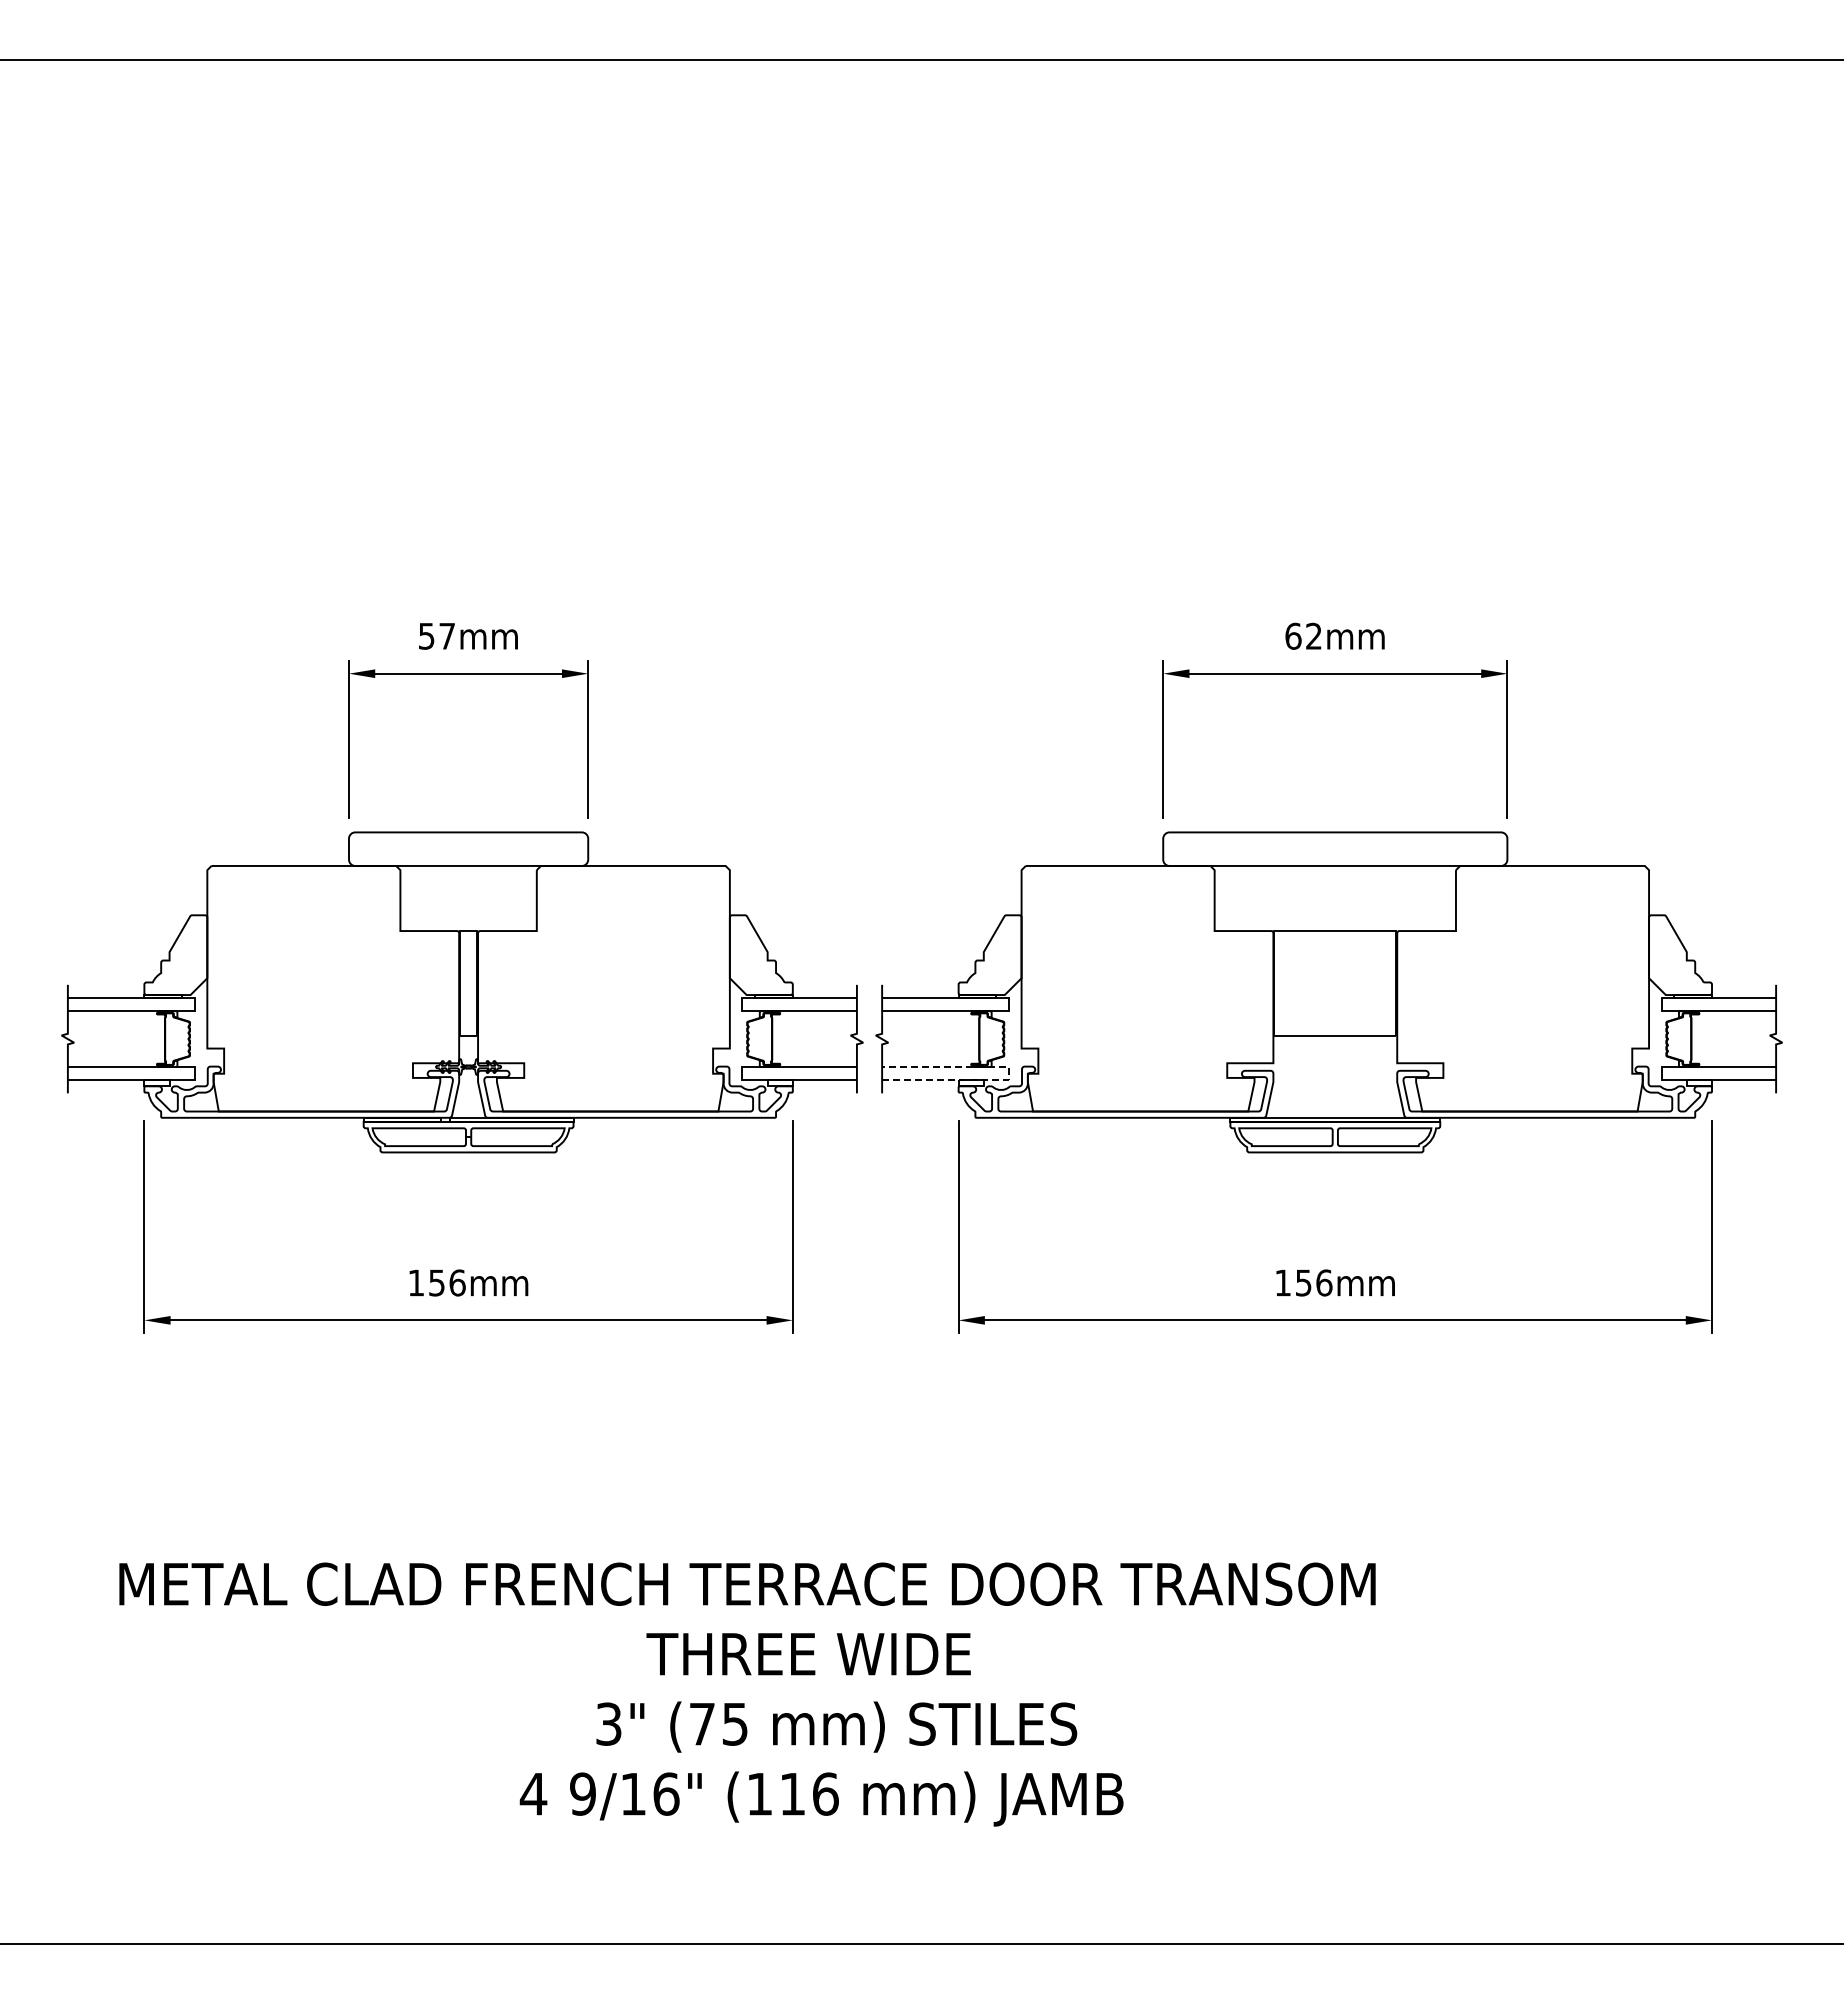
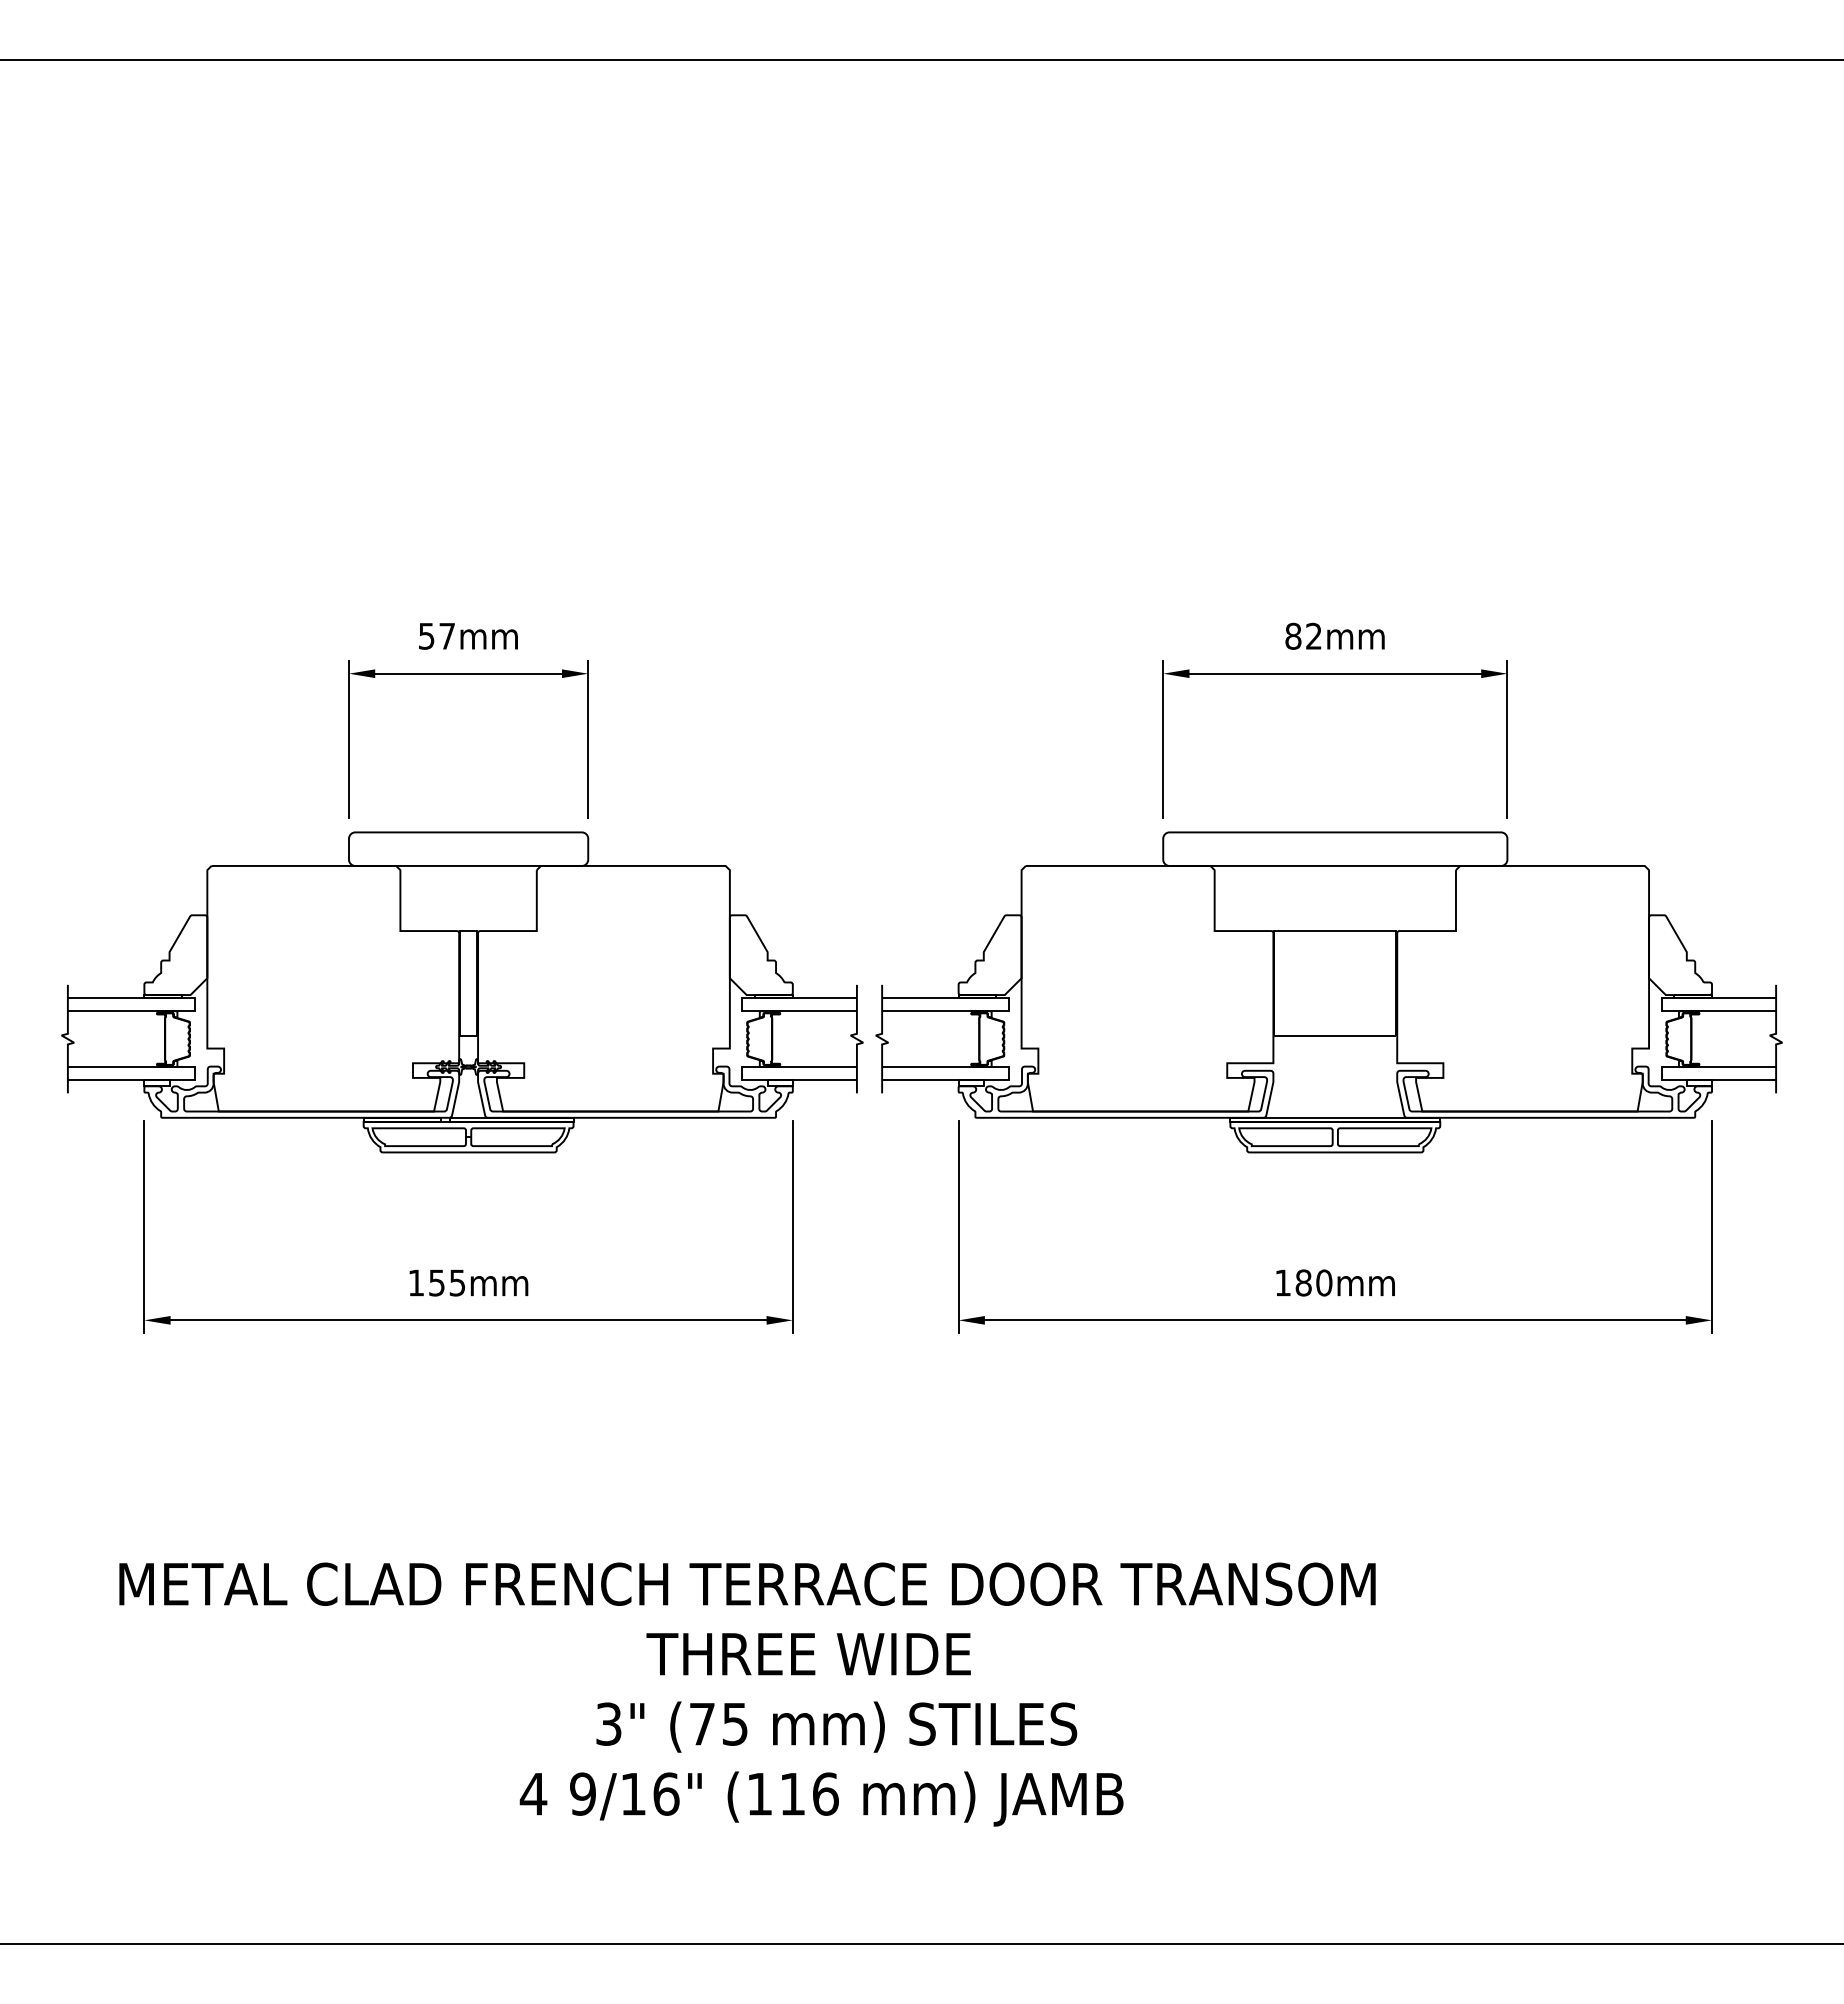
text at (1293, 635): 62mm -> 82mm
line at (1008, 1073): dashed -> solid
text at (457, 1282): 156mm -> 155mm
text at (1313, 1282): 156mm -> 180mm
